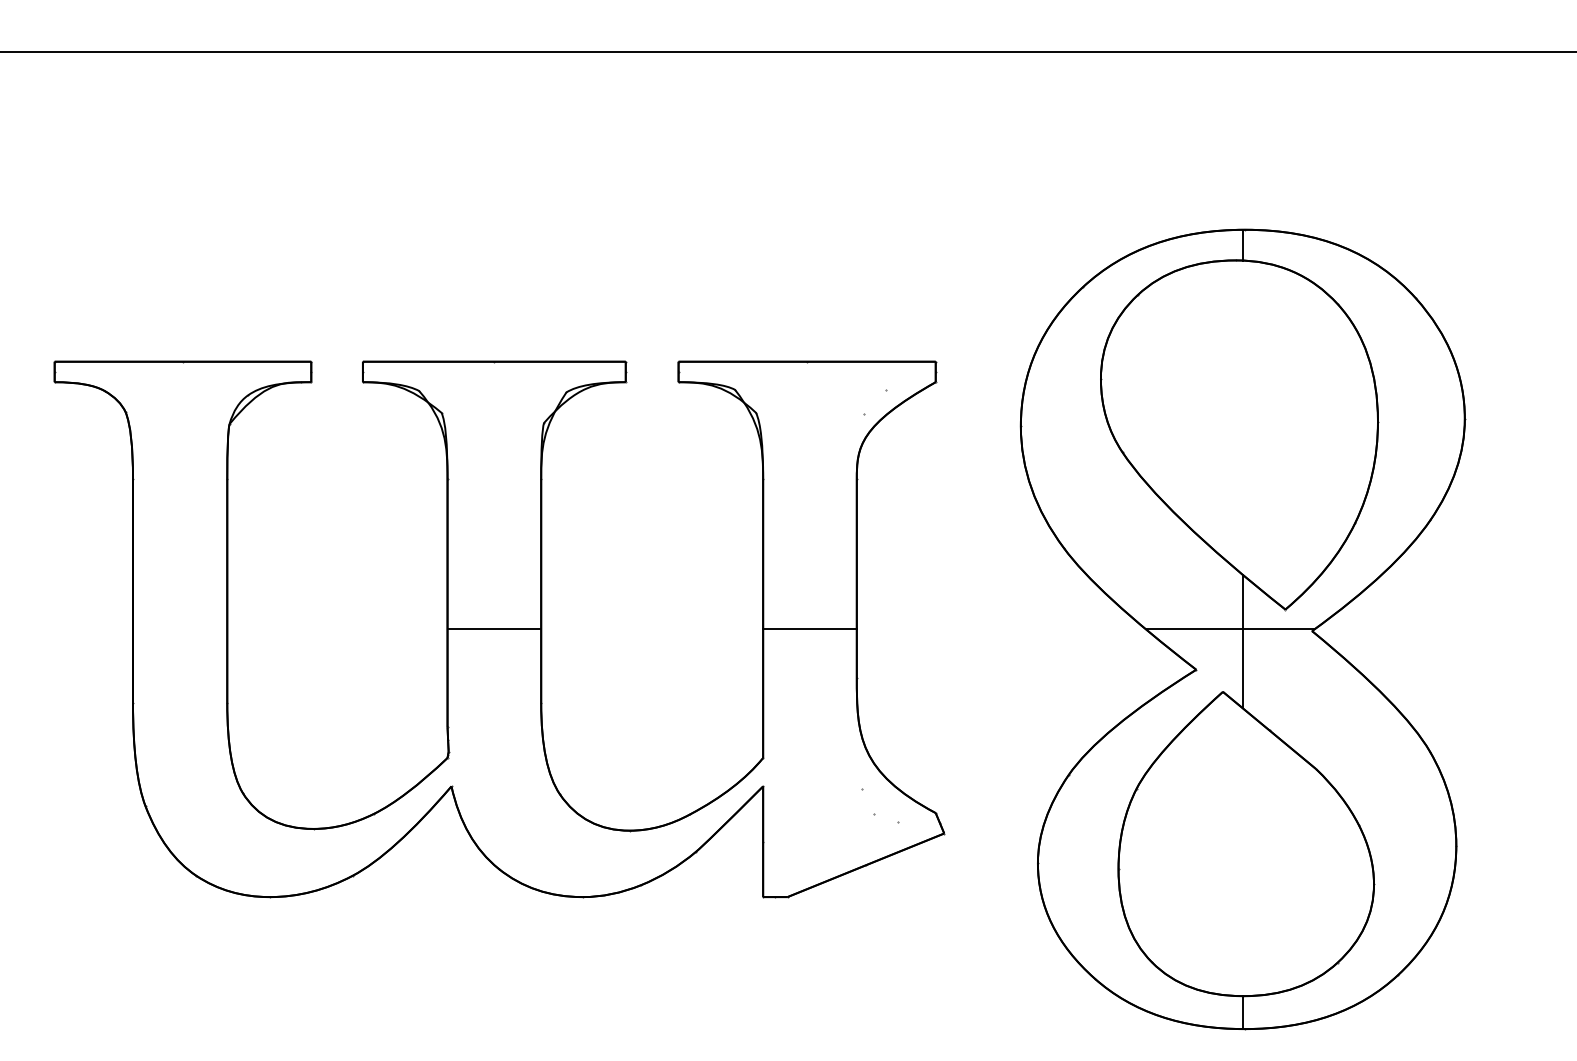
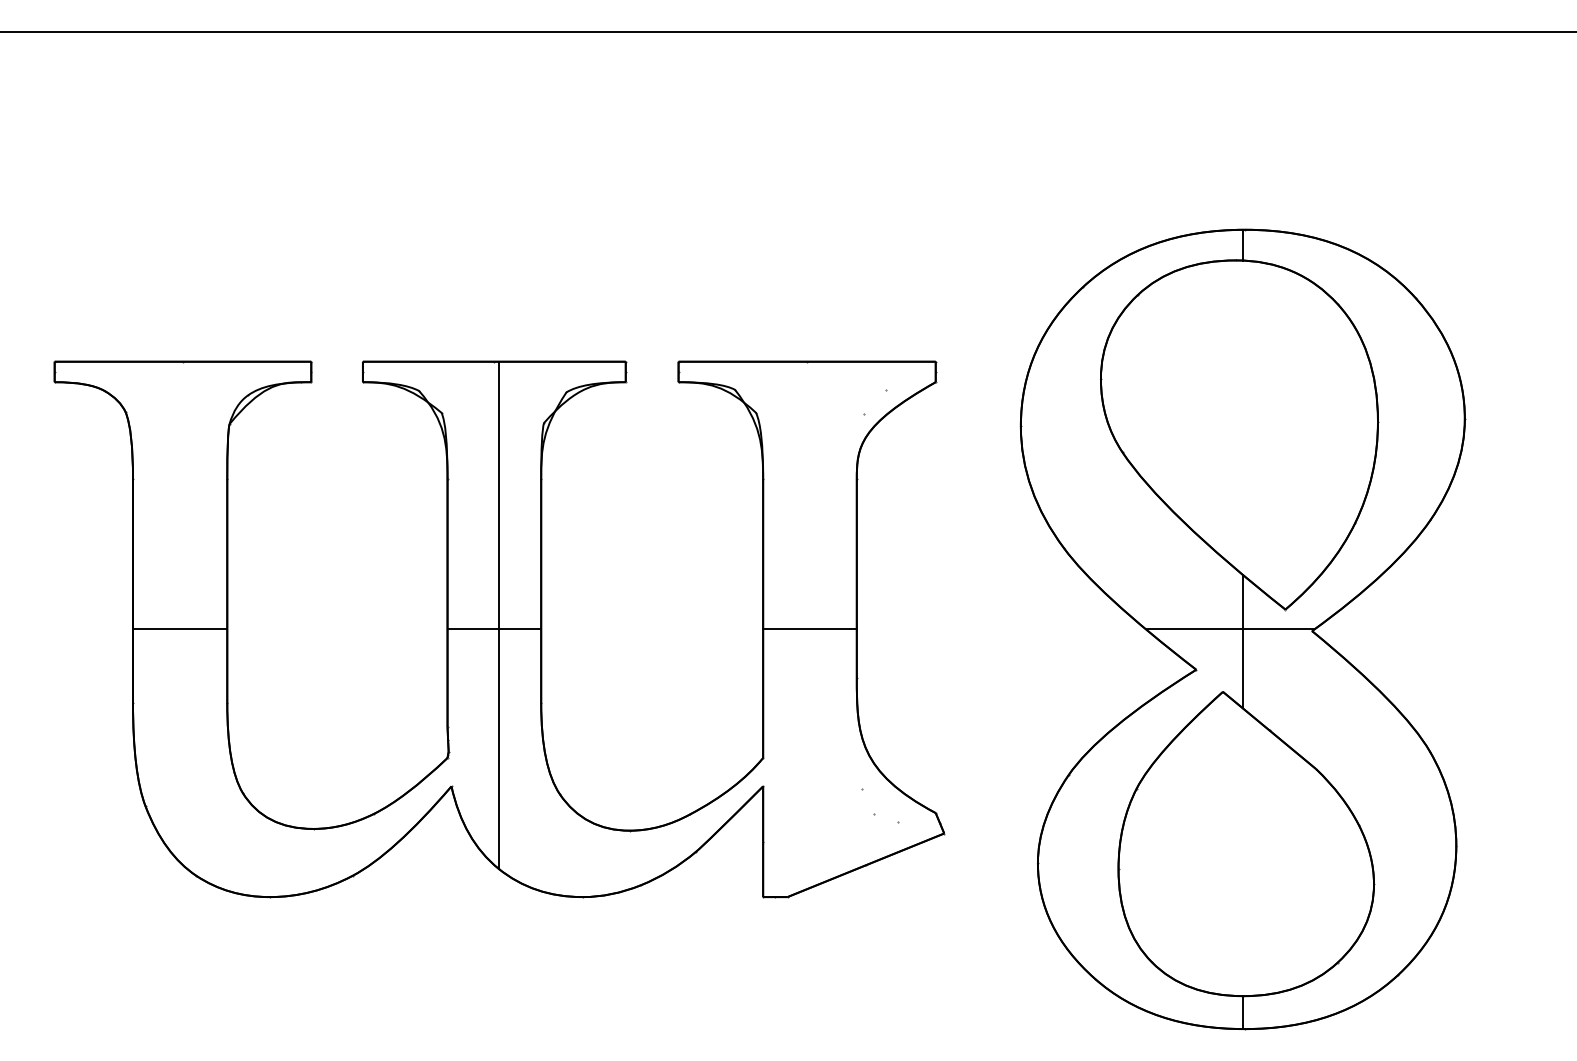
line at (787, 51) position: (787, 51) -> (787, 31)
line at (499, 615): none -> present
line at (180, 629): none -> present
